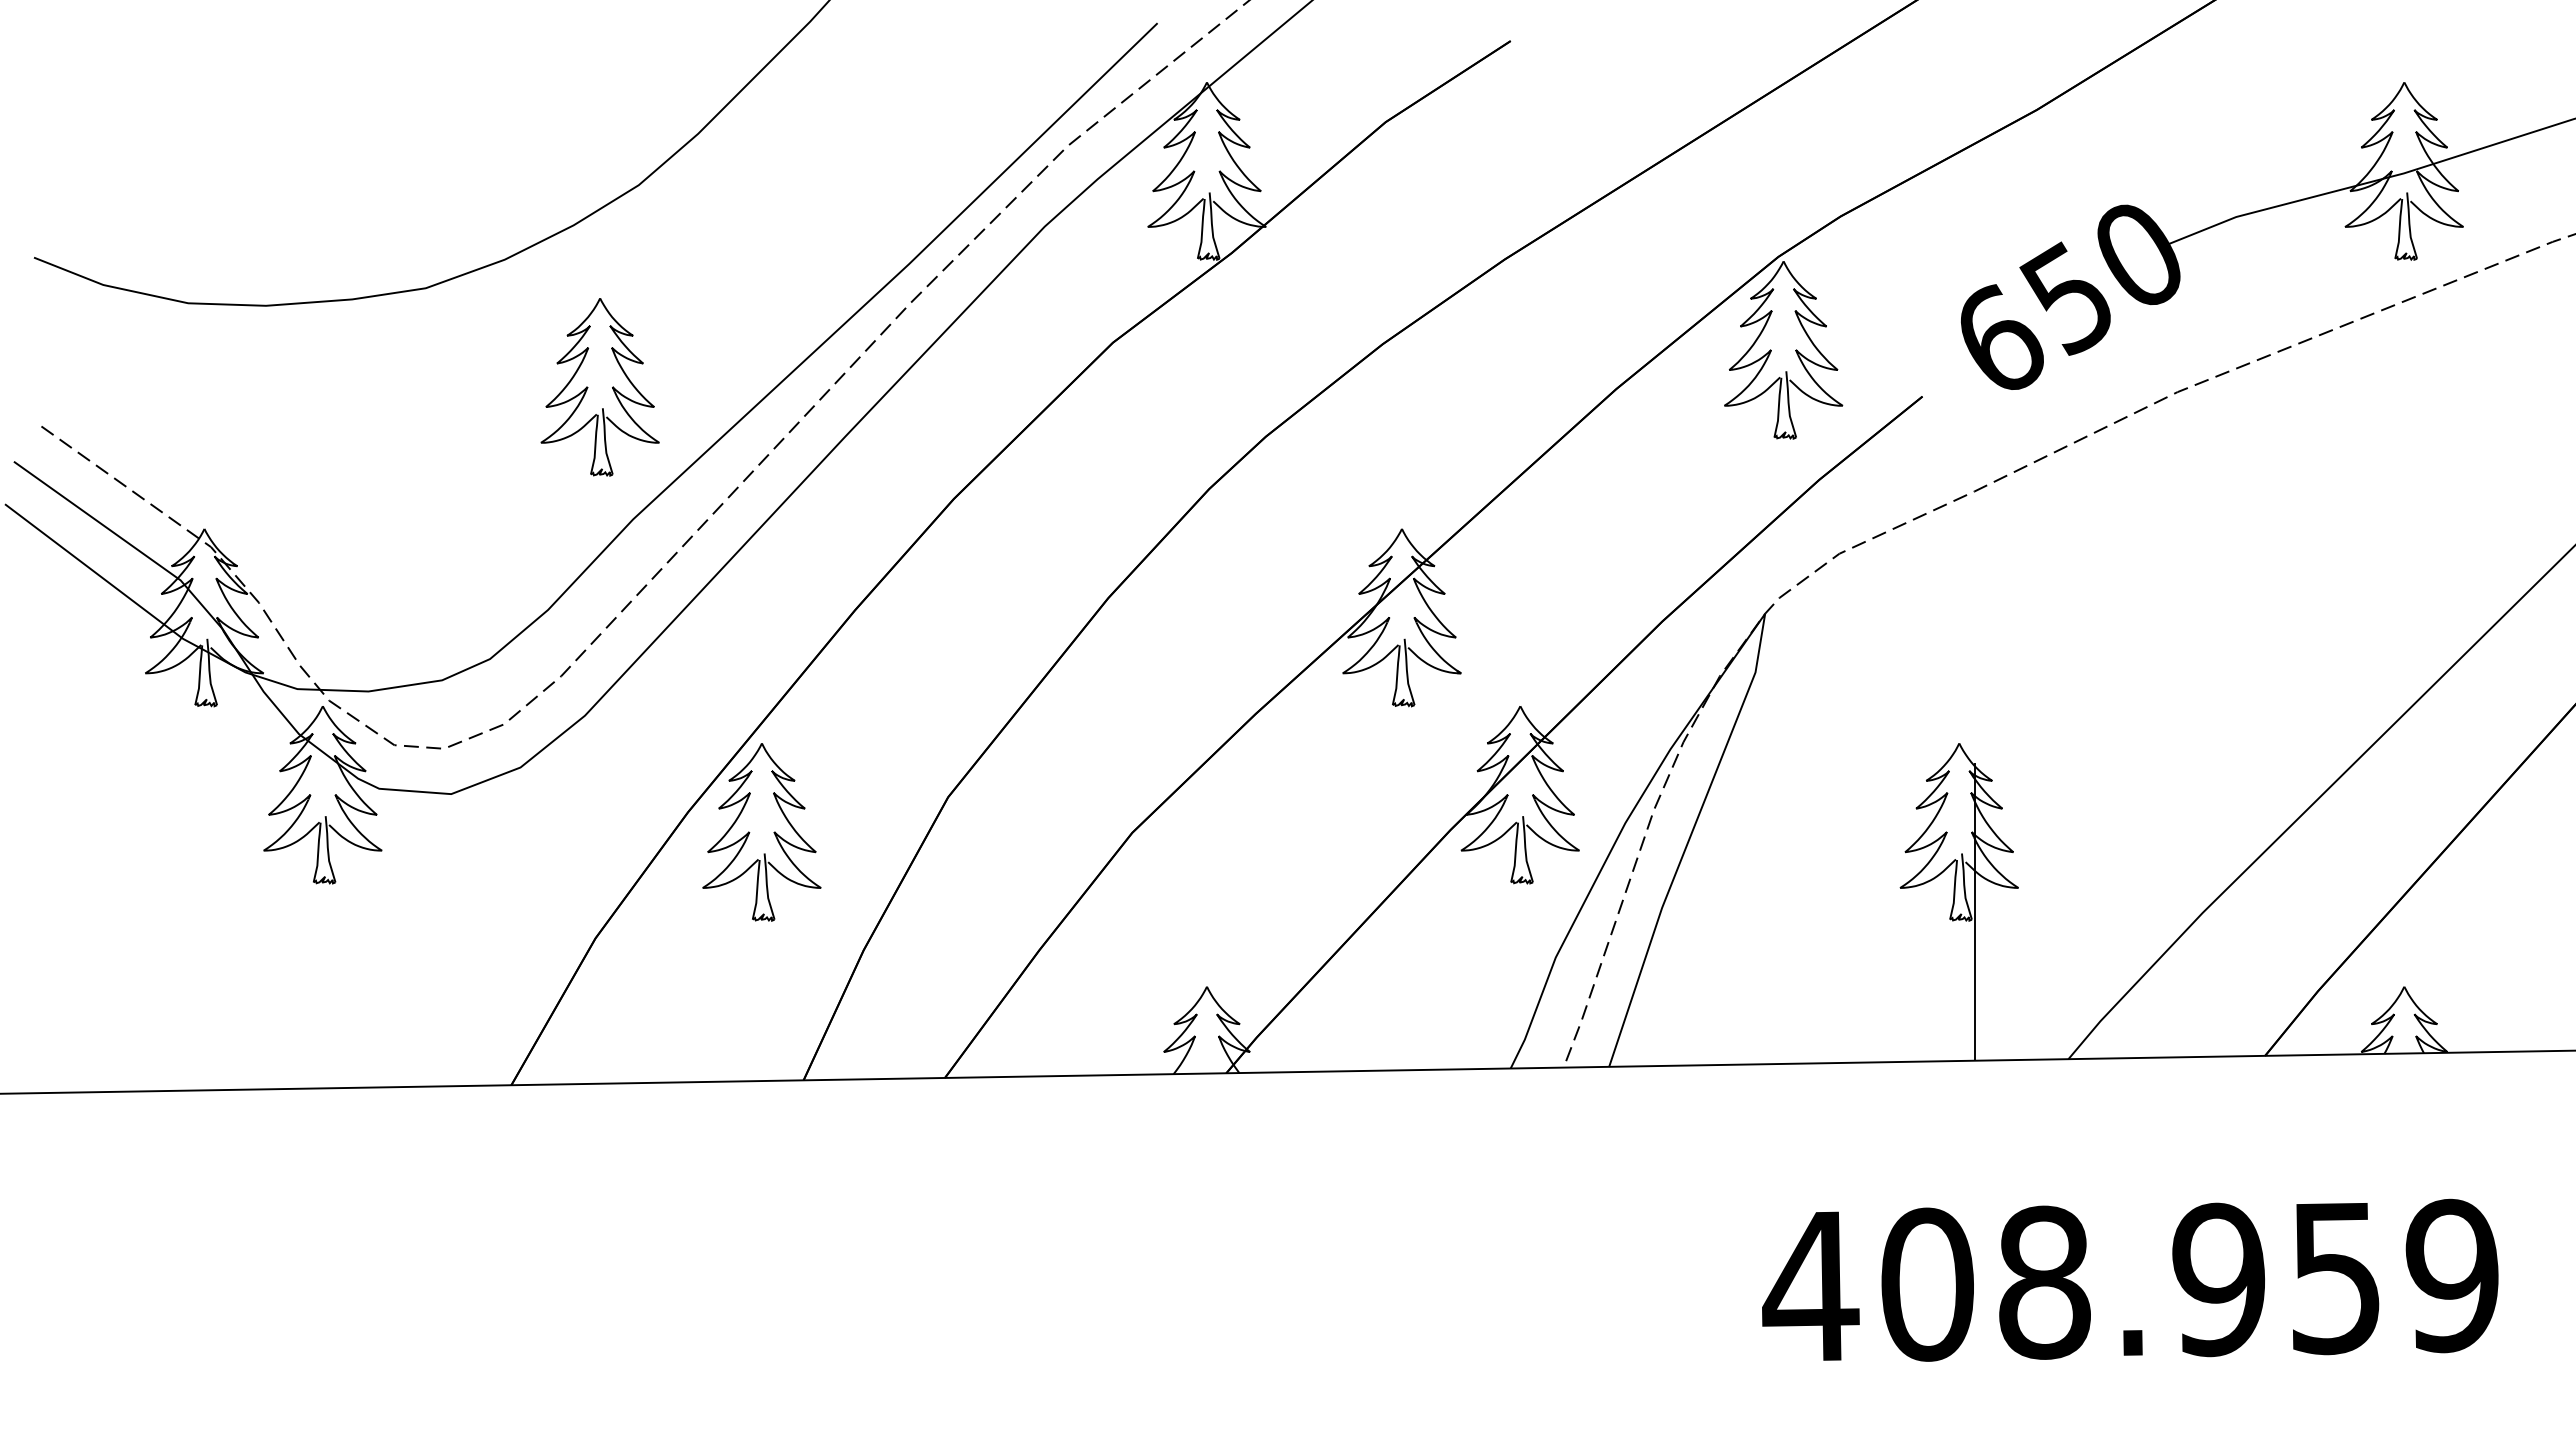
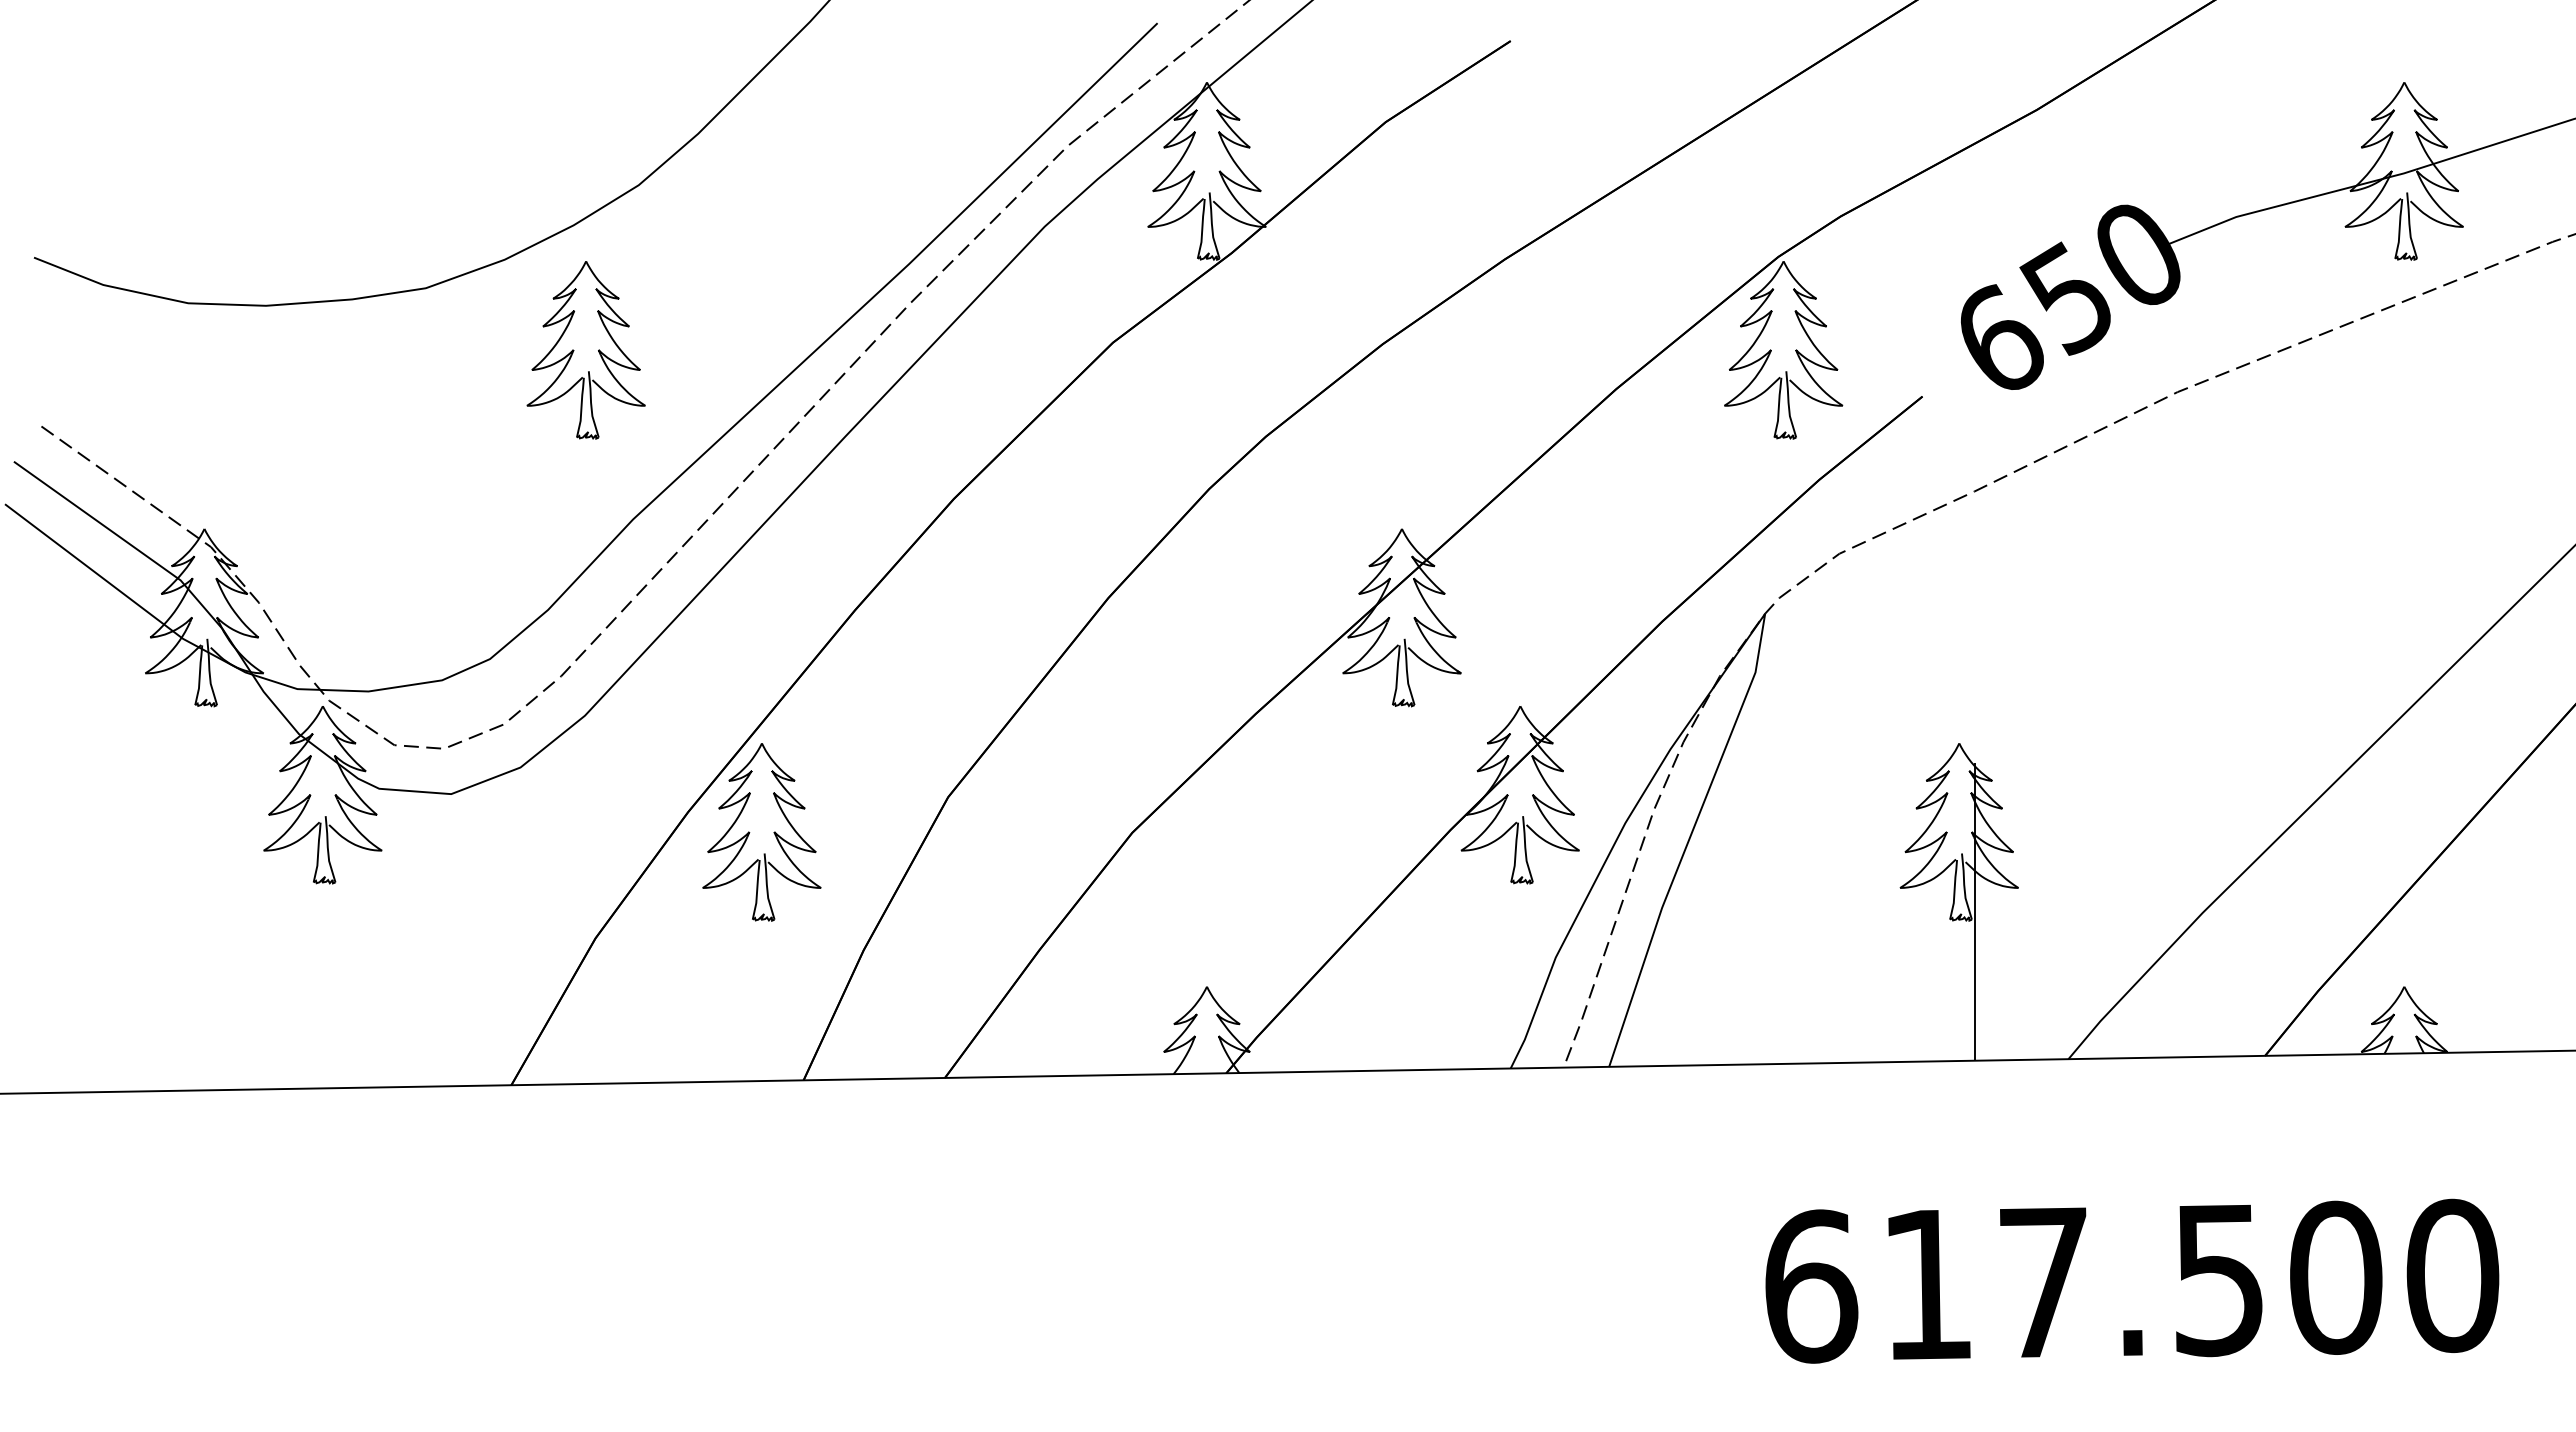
part at (588, 387) position: (588, 387) -> (574, 350)
text at (2130, 1280): 408.959 -> 617.500
